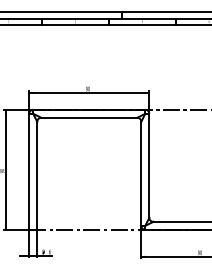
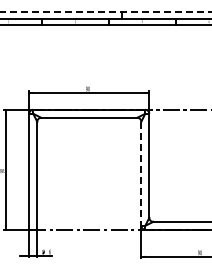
line at (106, 11): solid -> dashed
line at (141, 174): solid -> dashed
